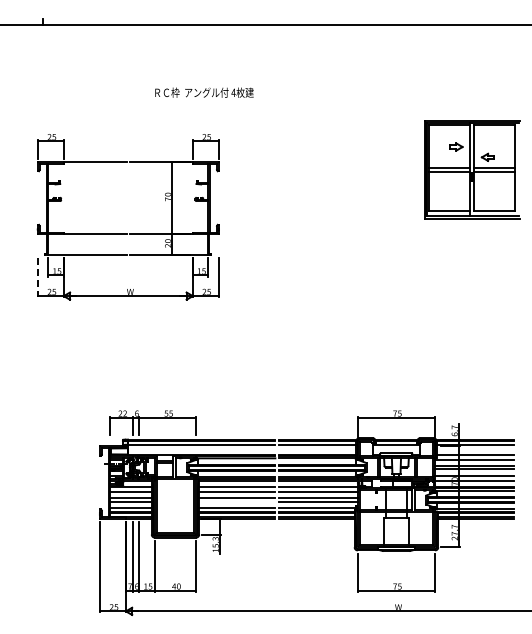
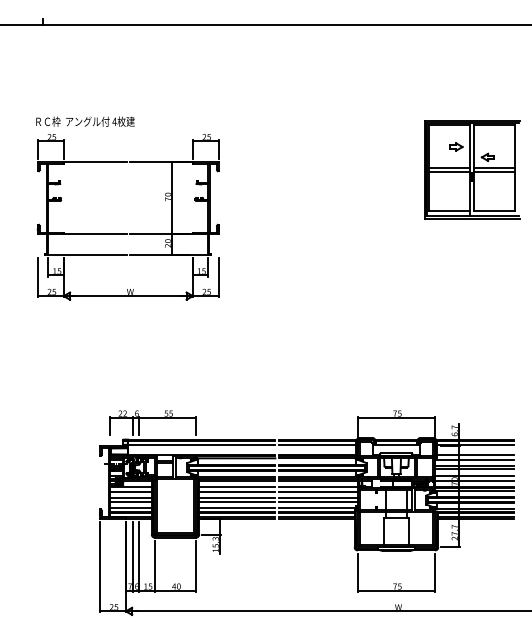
text at (204, 92) position: (204, 92) -> (85, 121)
line at (38, 277): dashed -> solid
line at (237, 501): none -> present
